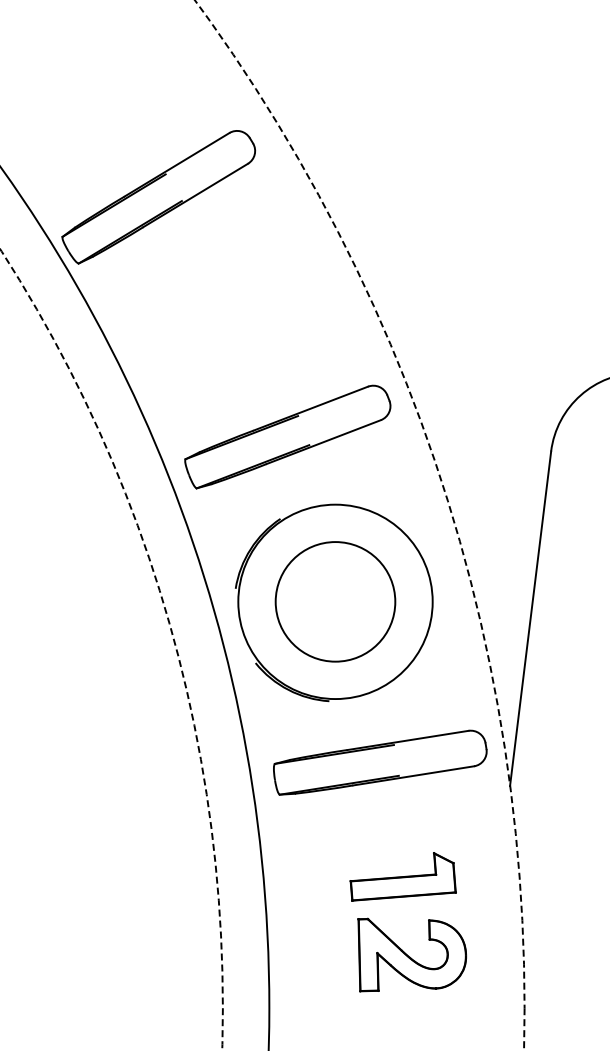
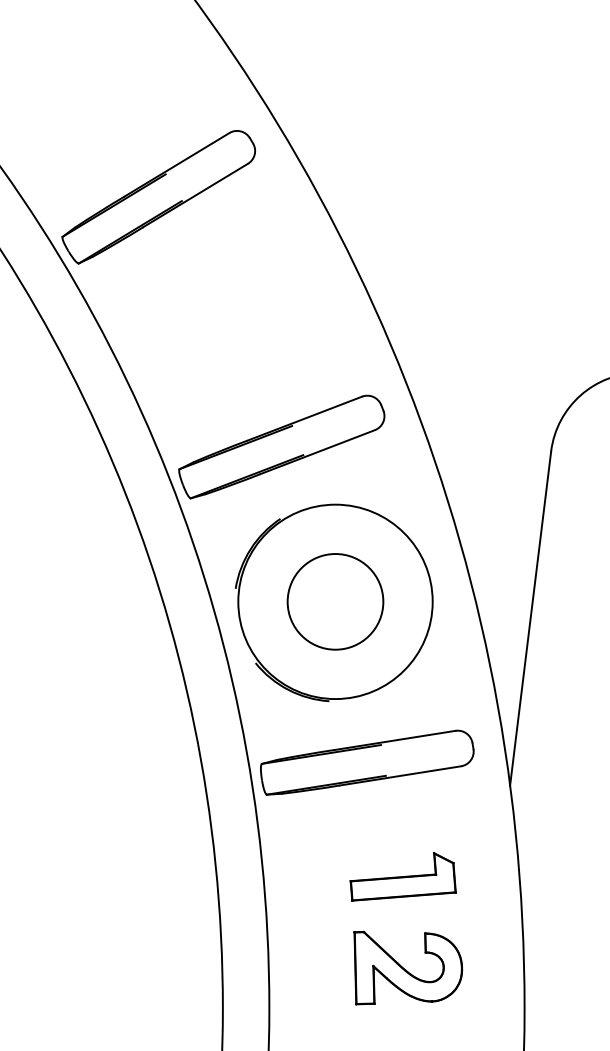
part at (287, 436) position: (287, 436) -> (281, 446)
circle at (359, 525): dashed -> solid
circle at (335, 601) diameter: 120 px -> 96 px
circle at (111, 649): dashed -> solid
part at (380, 762) position: (380, 762) -> (367, 762)
part at (411, 954) position: (411, 954) -> (407, 967)
